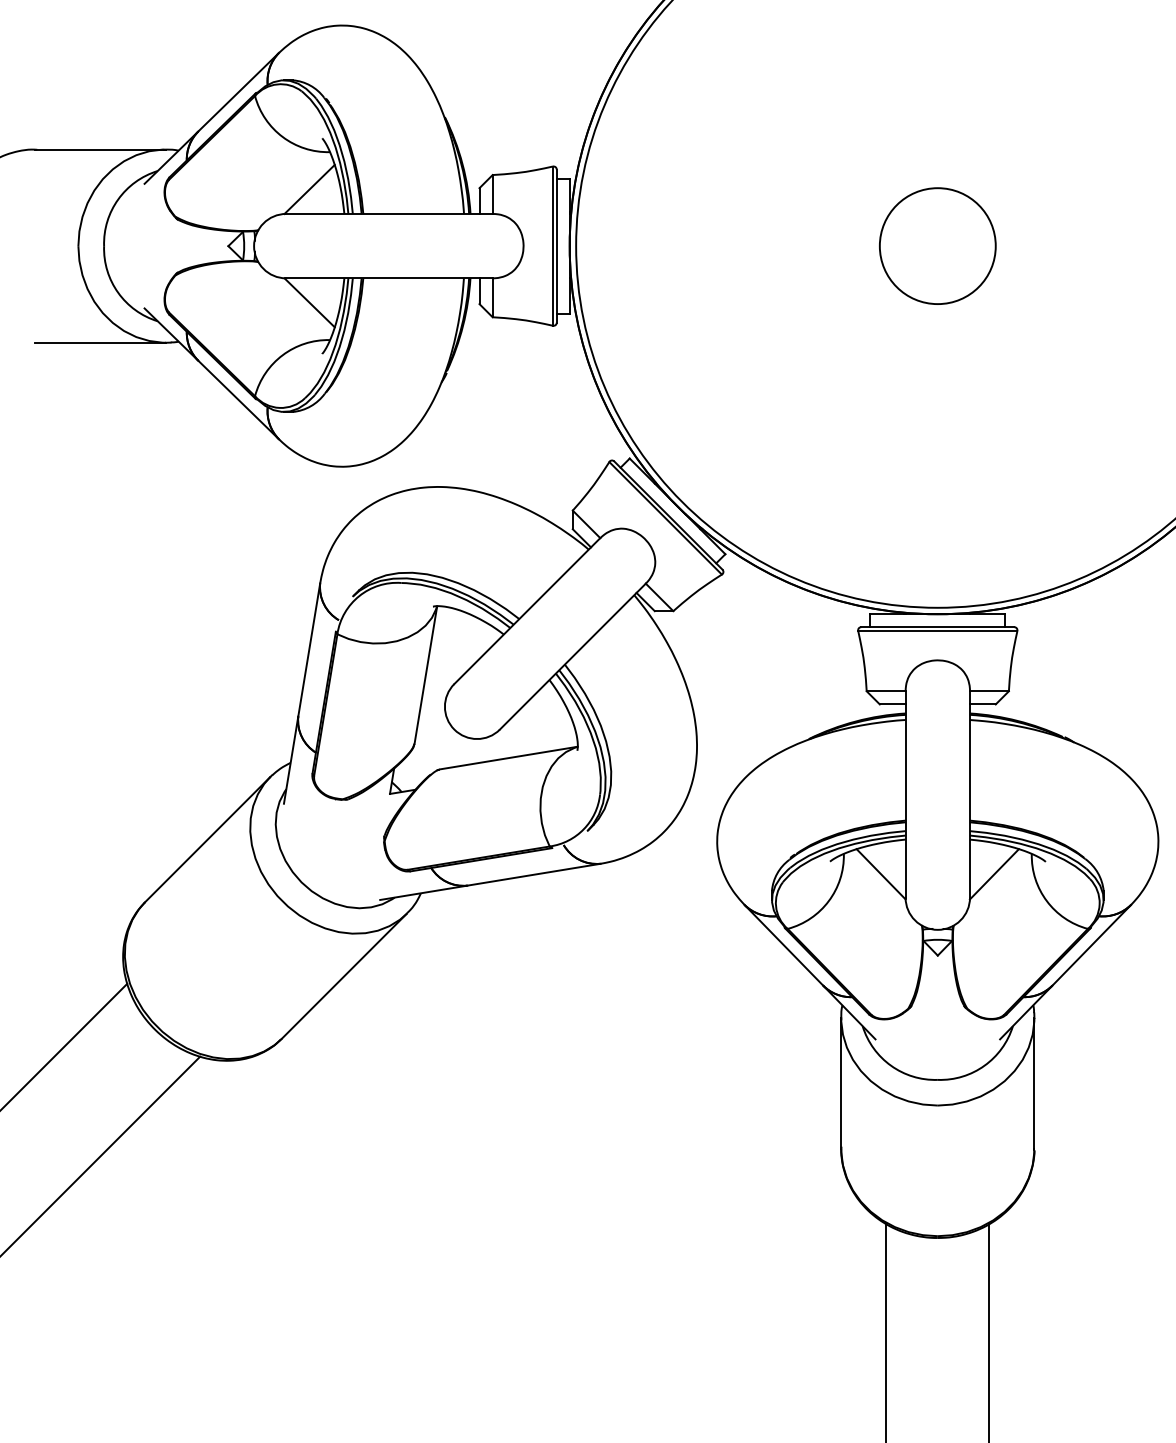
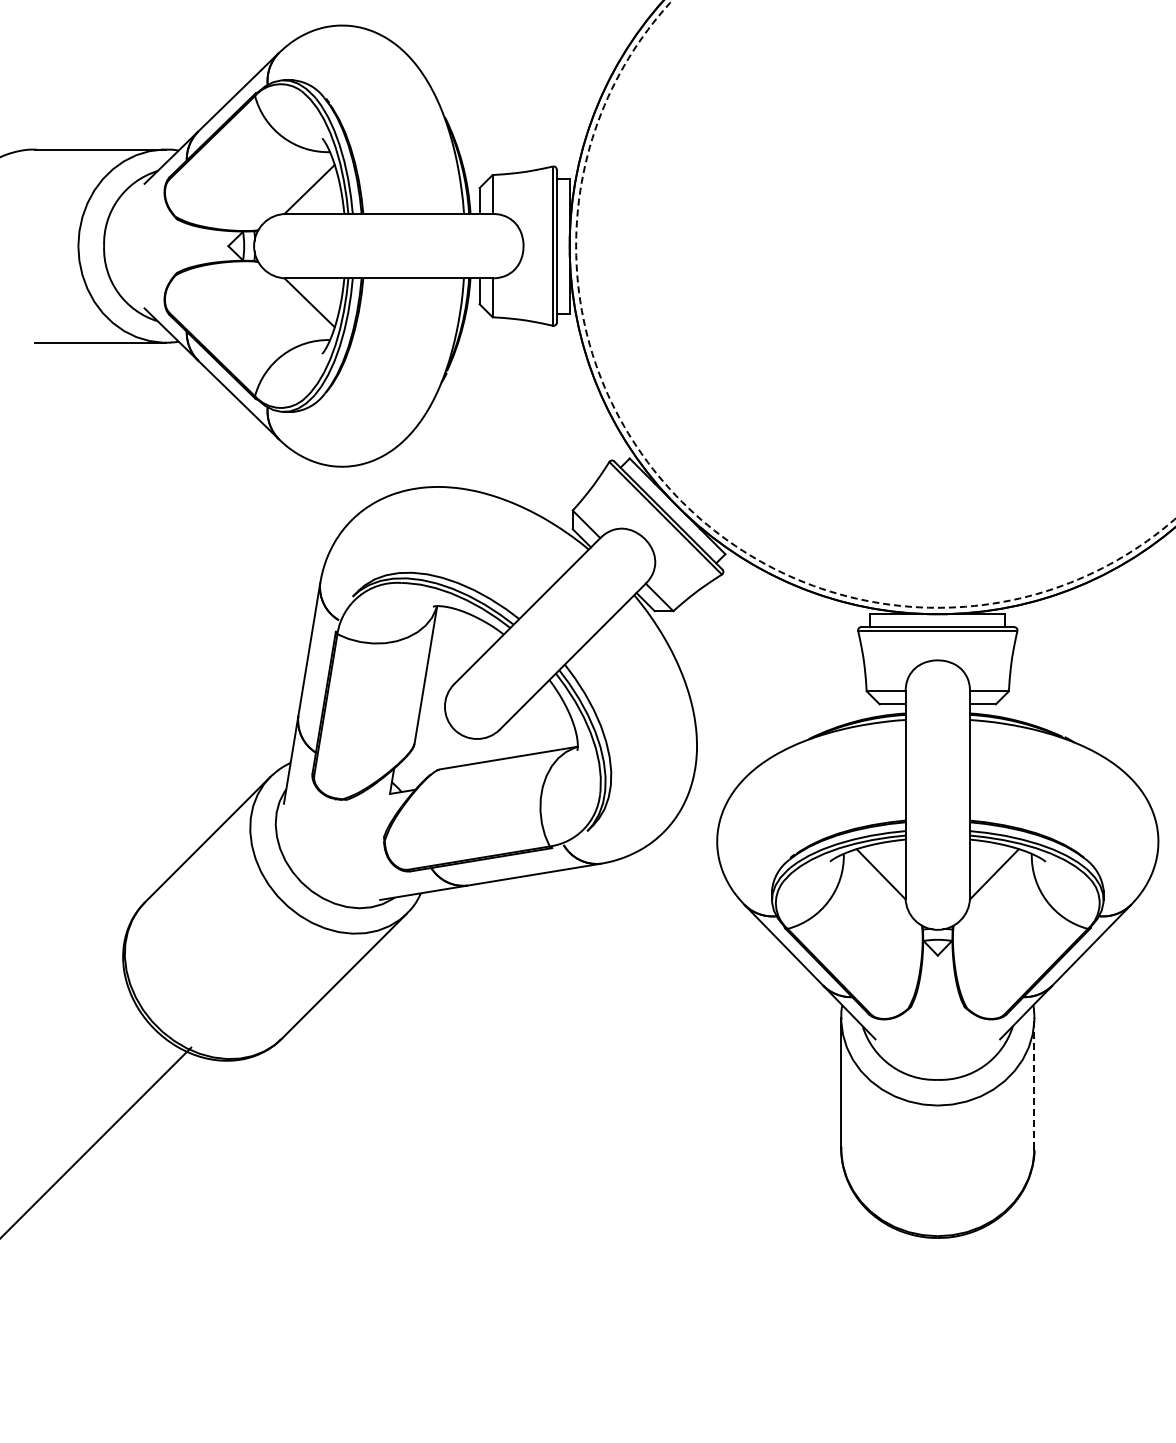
circle at (937, 245): present -> none
circle at (875, 303): solid -> dashed
line at (64, 1046): present -> none
line at (1034, 1082): solid -> dashed
line at (101, 1155) position: (101, 1155) -> (96, 1141)
line at (886, 1331): present -> none
line at (989, 1331): present -> none
